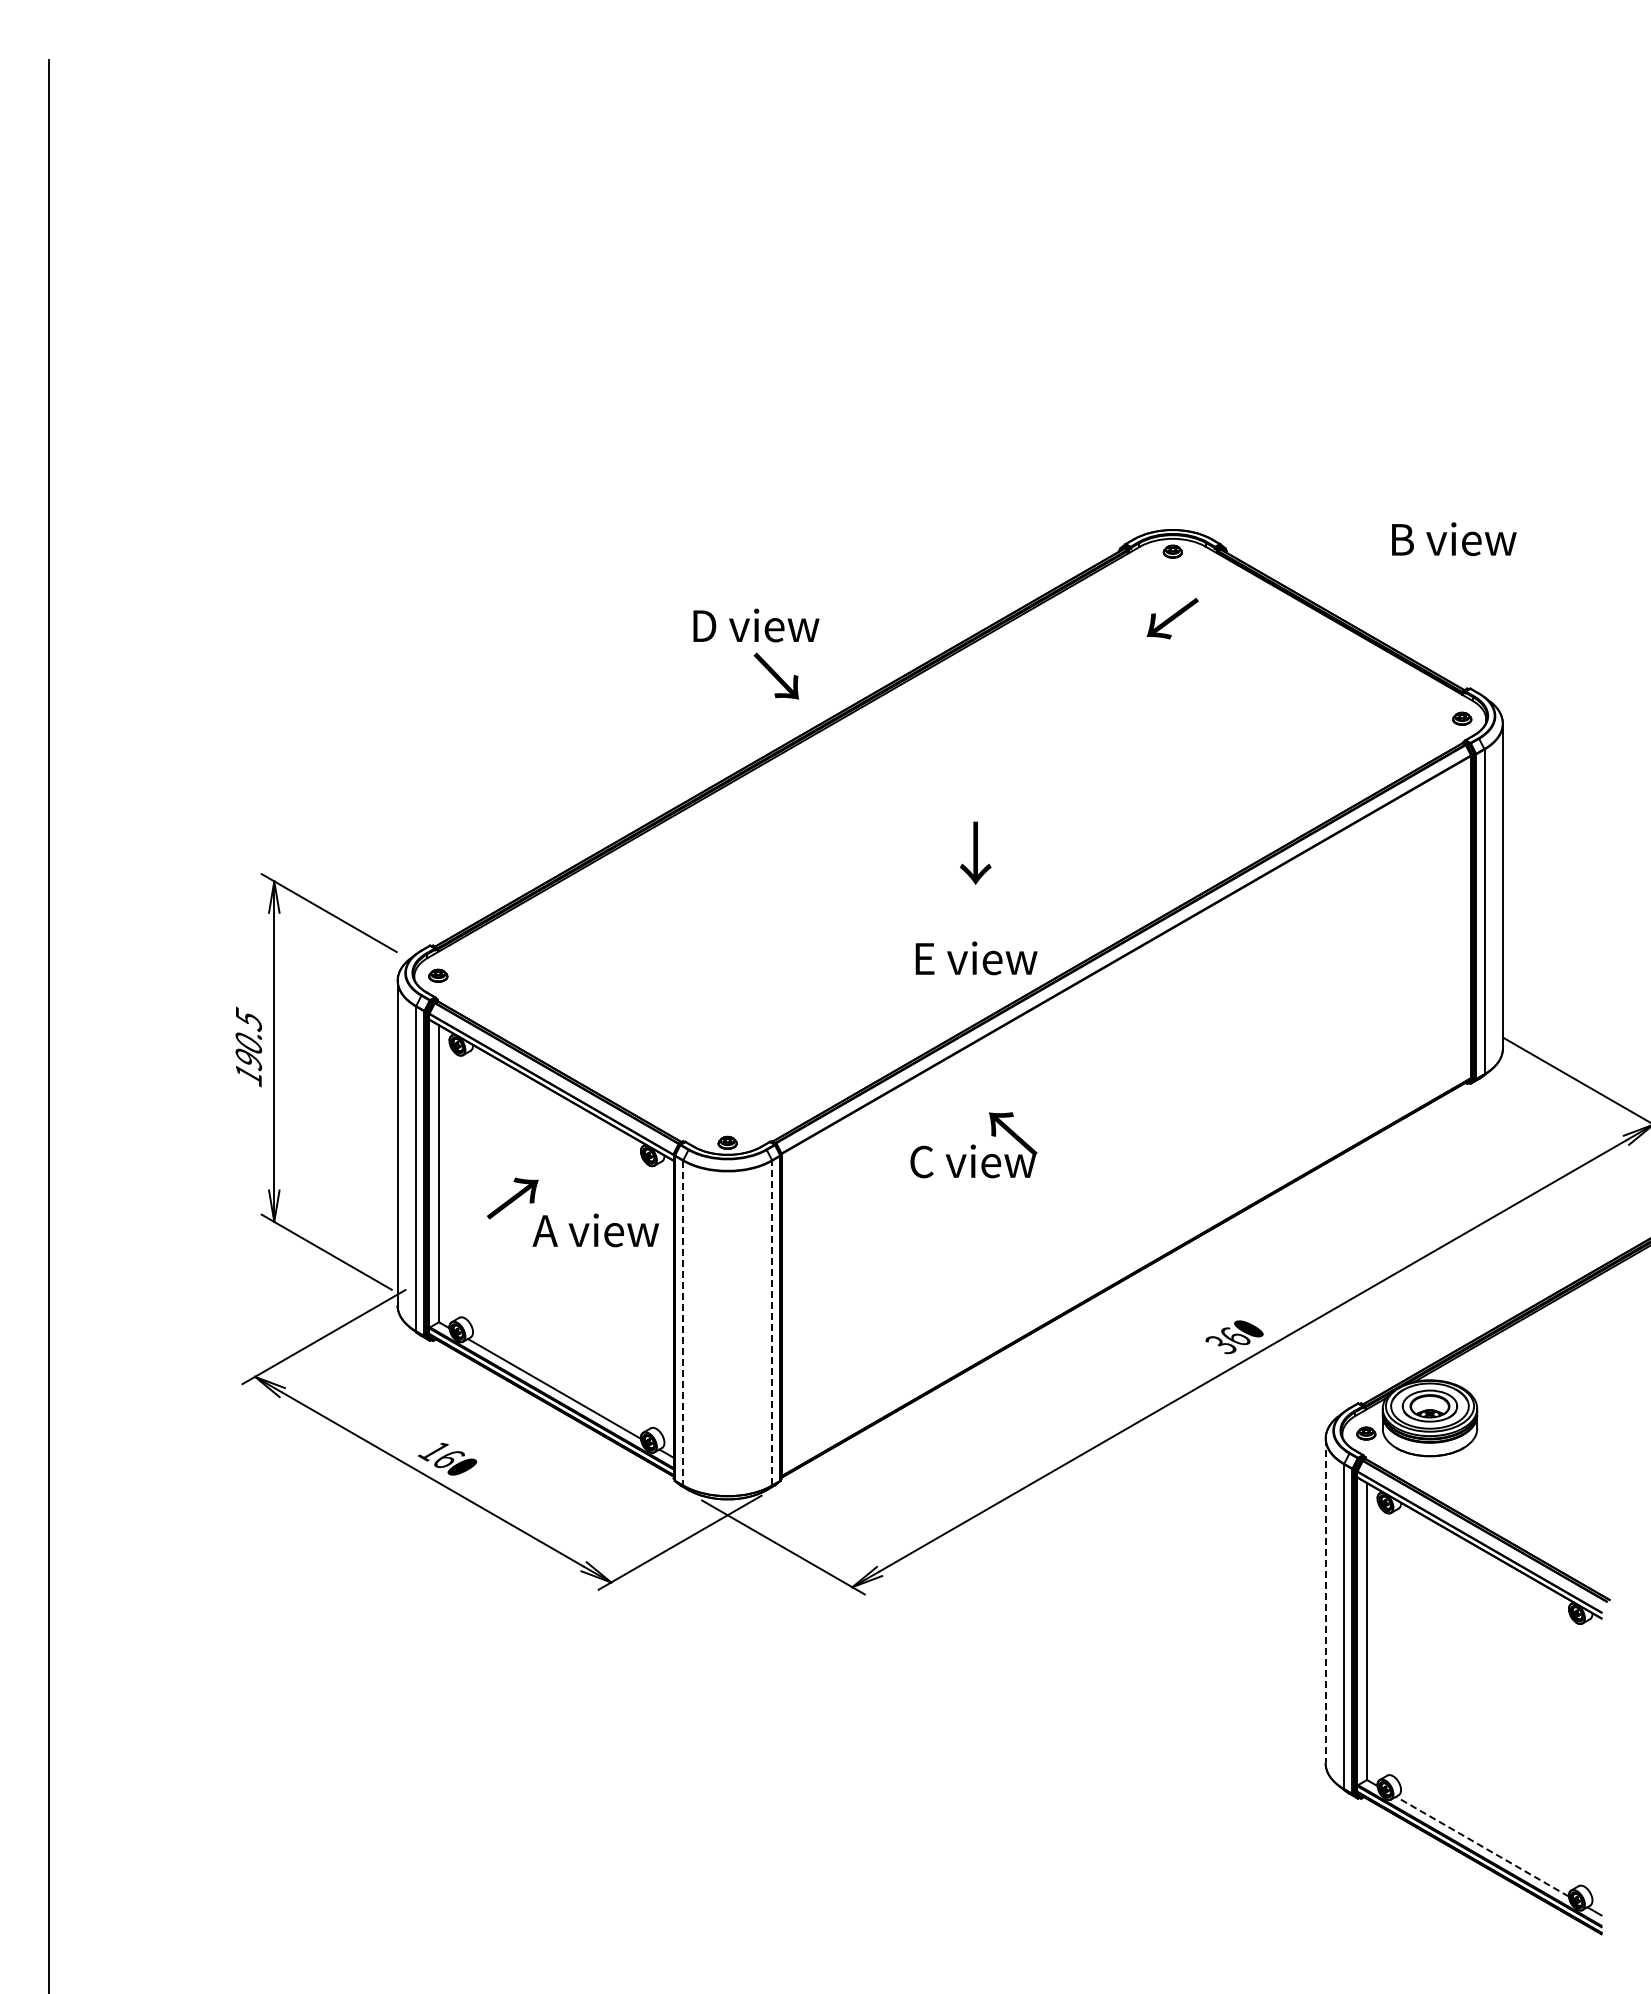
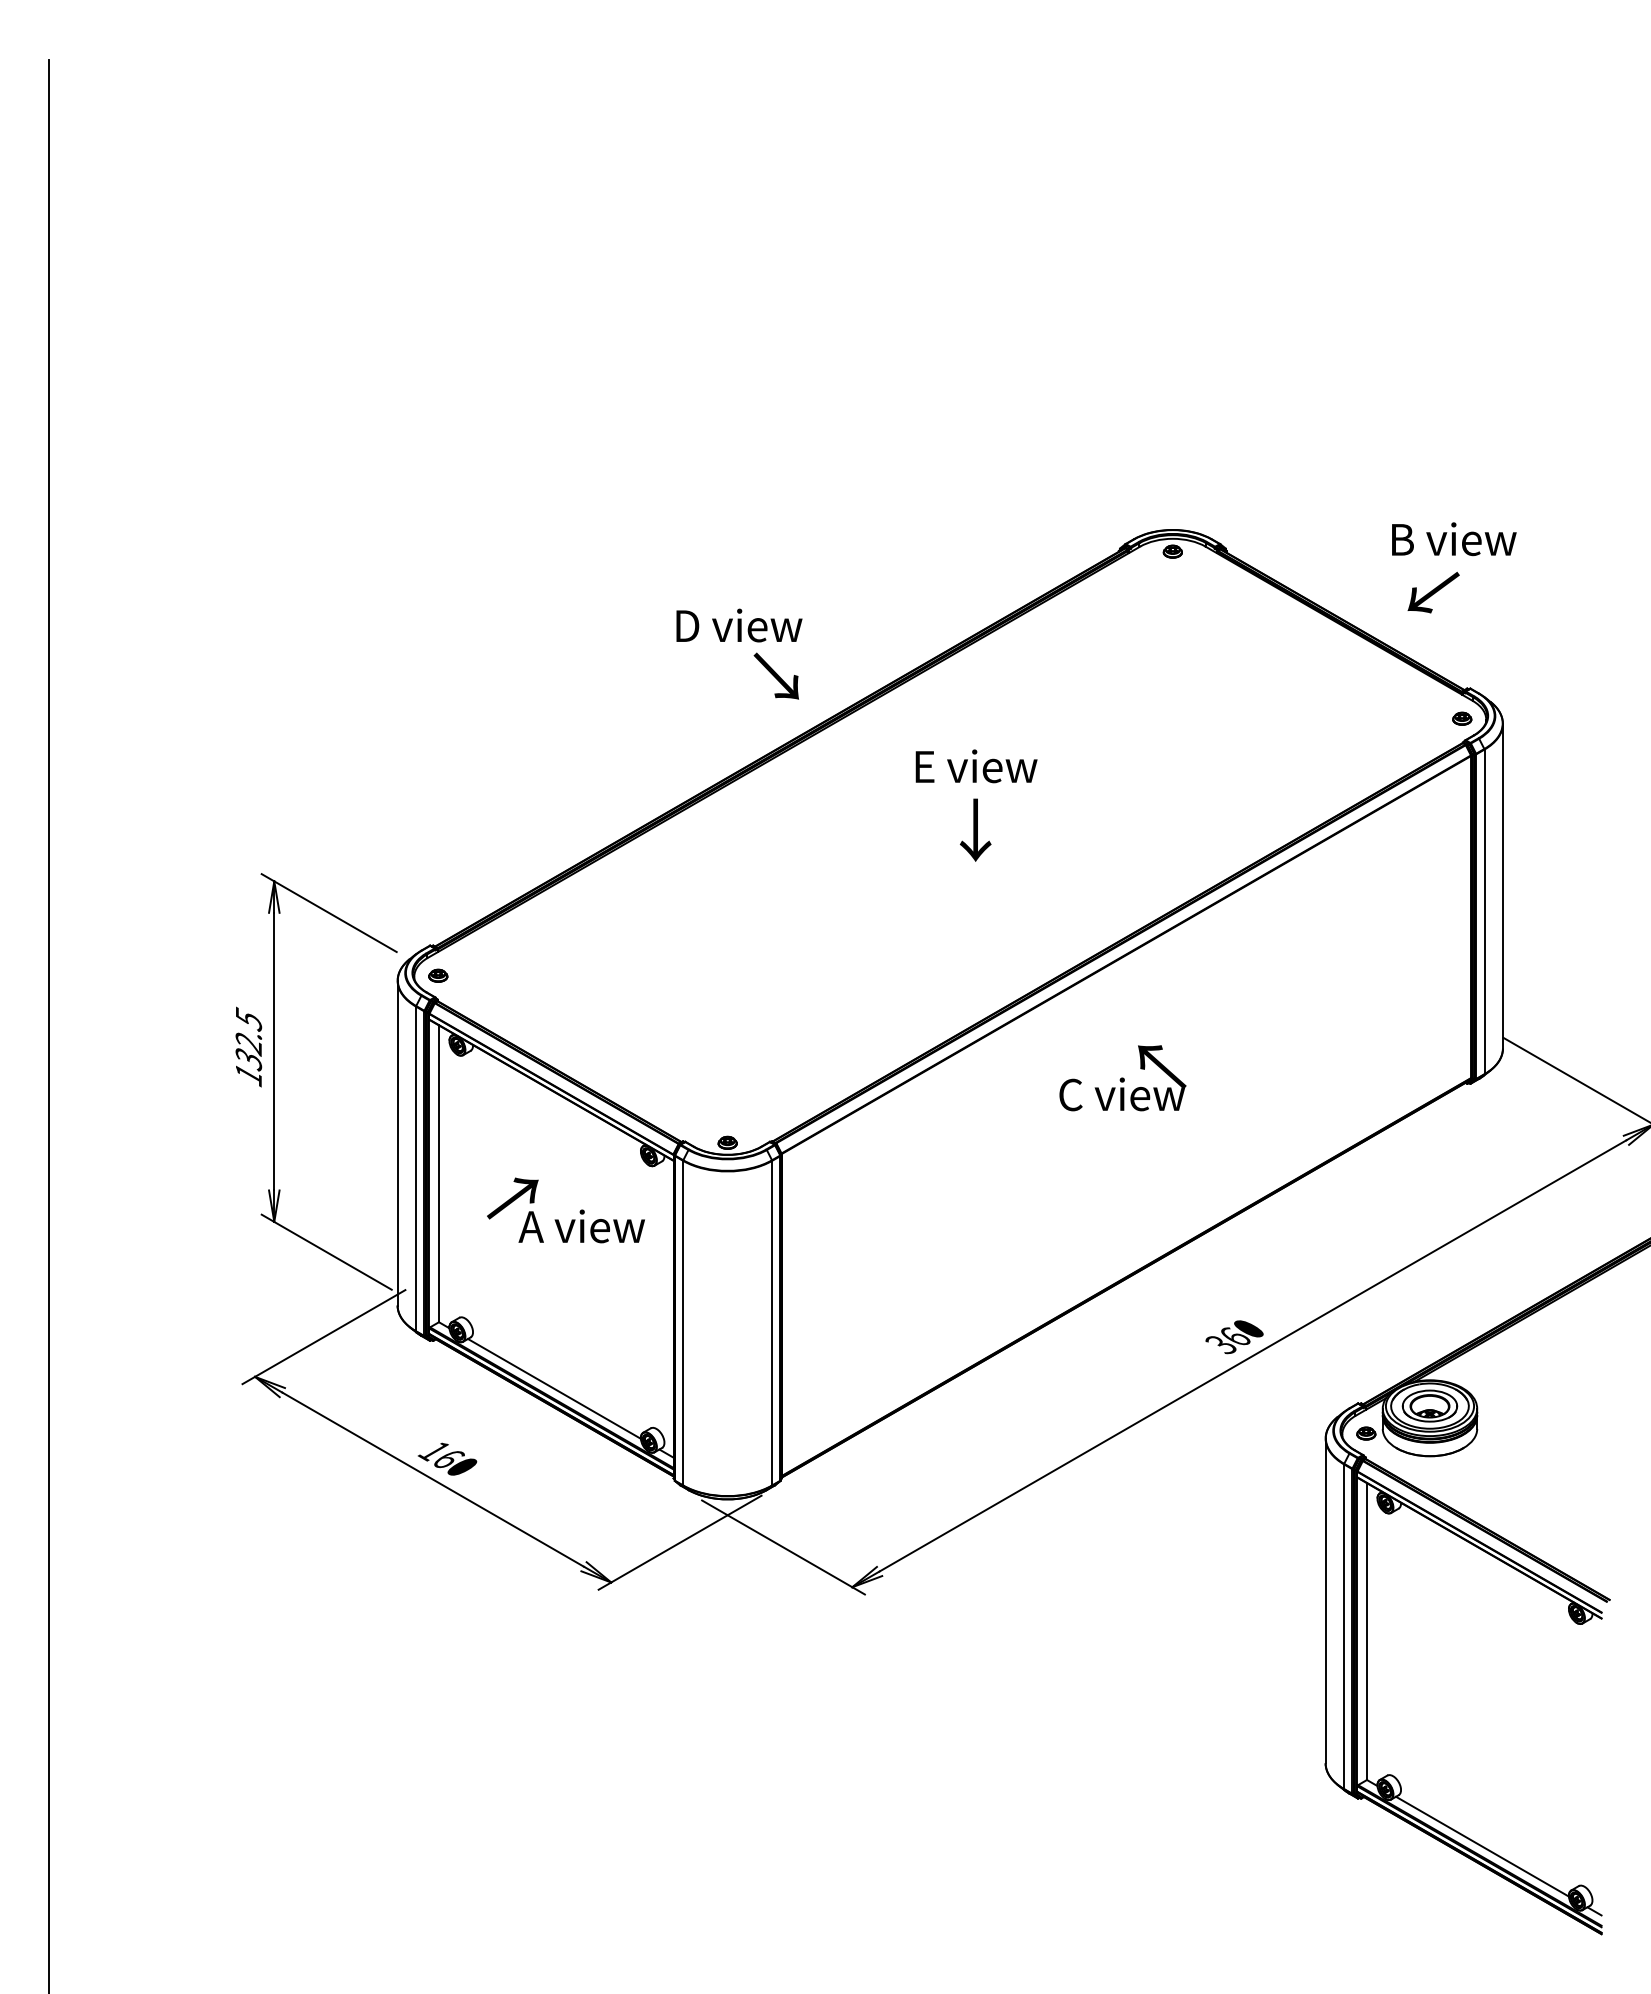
text at (1172, 618) position: (1172, 618) -> (1433, 592)
text at (756, 625) position: (756, 625) -> (739, 625)
text at (975, 852) position: (975, 852) -> (975, 829)
text at (976, 958) position: (976, 958) -> (976, 766)
text at (248, 1051): 190.5 -> 132.5
text at (973, 1145) position: (973, 1145) -> (1122, 1078)
text at (595, 1230) position: (595, 1230) -> (581, 1226)
line at (772, 1322): dashed -> solid
line at (683, 1323): dashed -> solid
line at (1325, 1601): dashed -> solid
line at (1482, 1846): dashed -> solid
